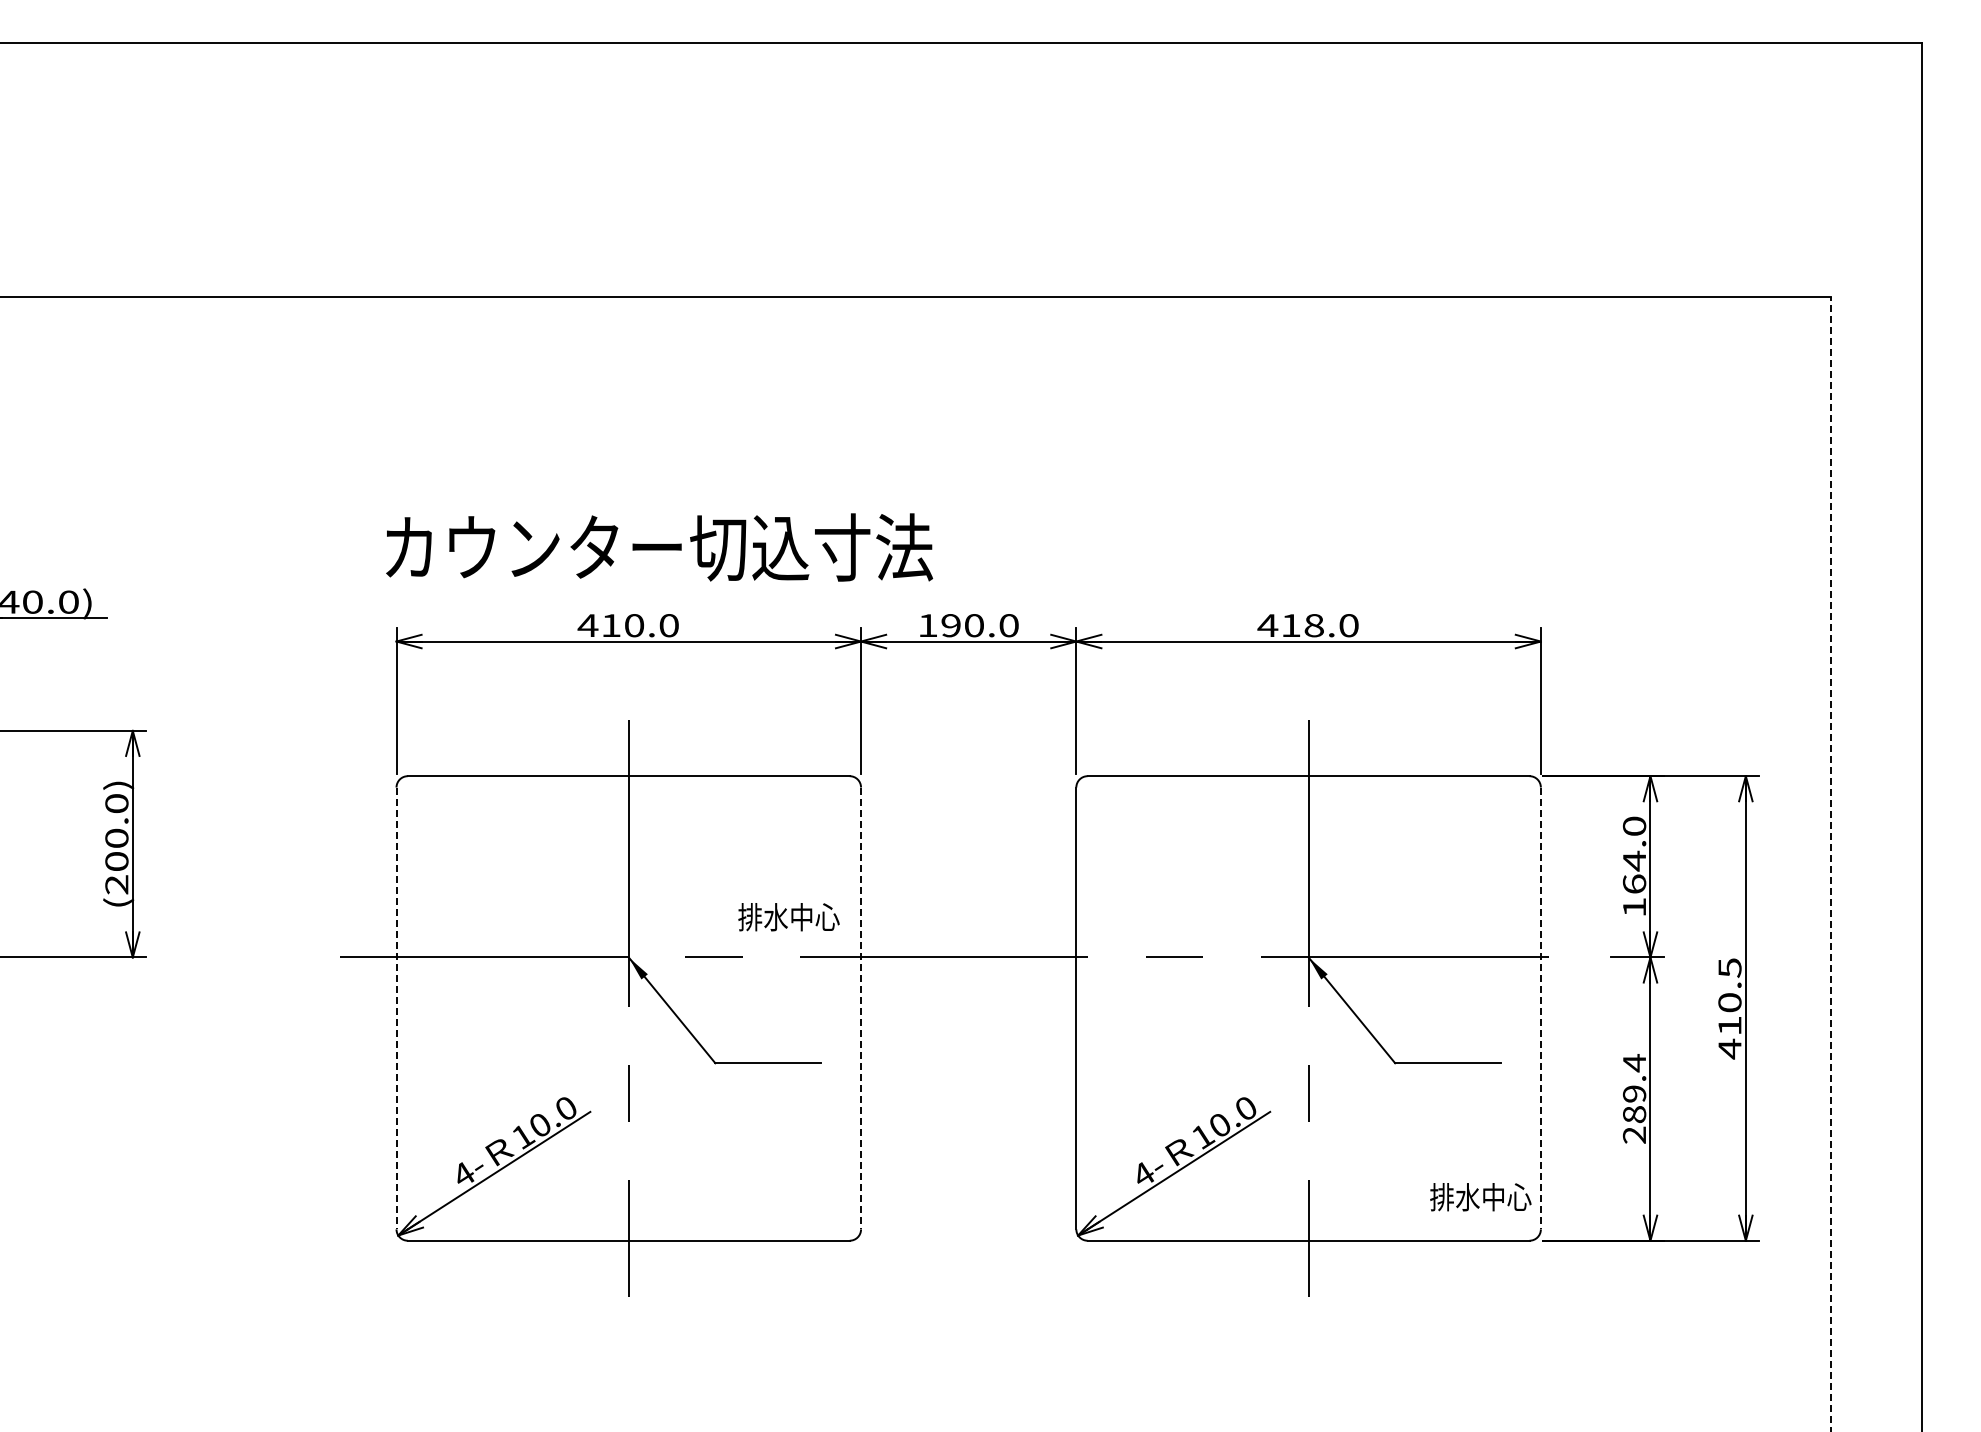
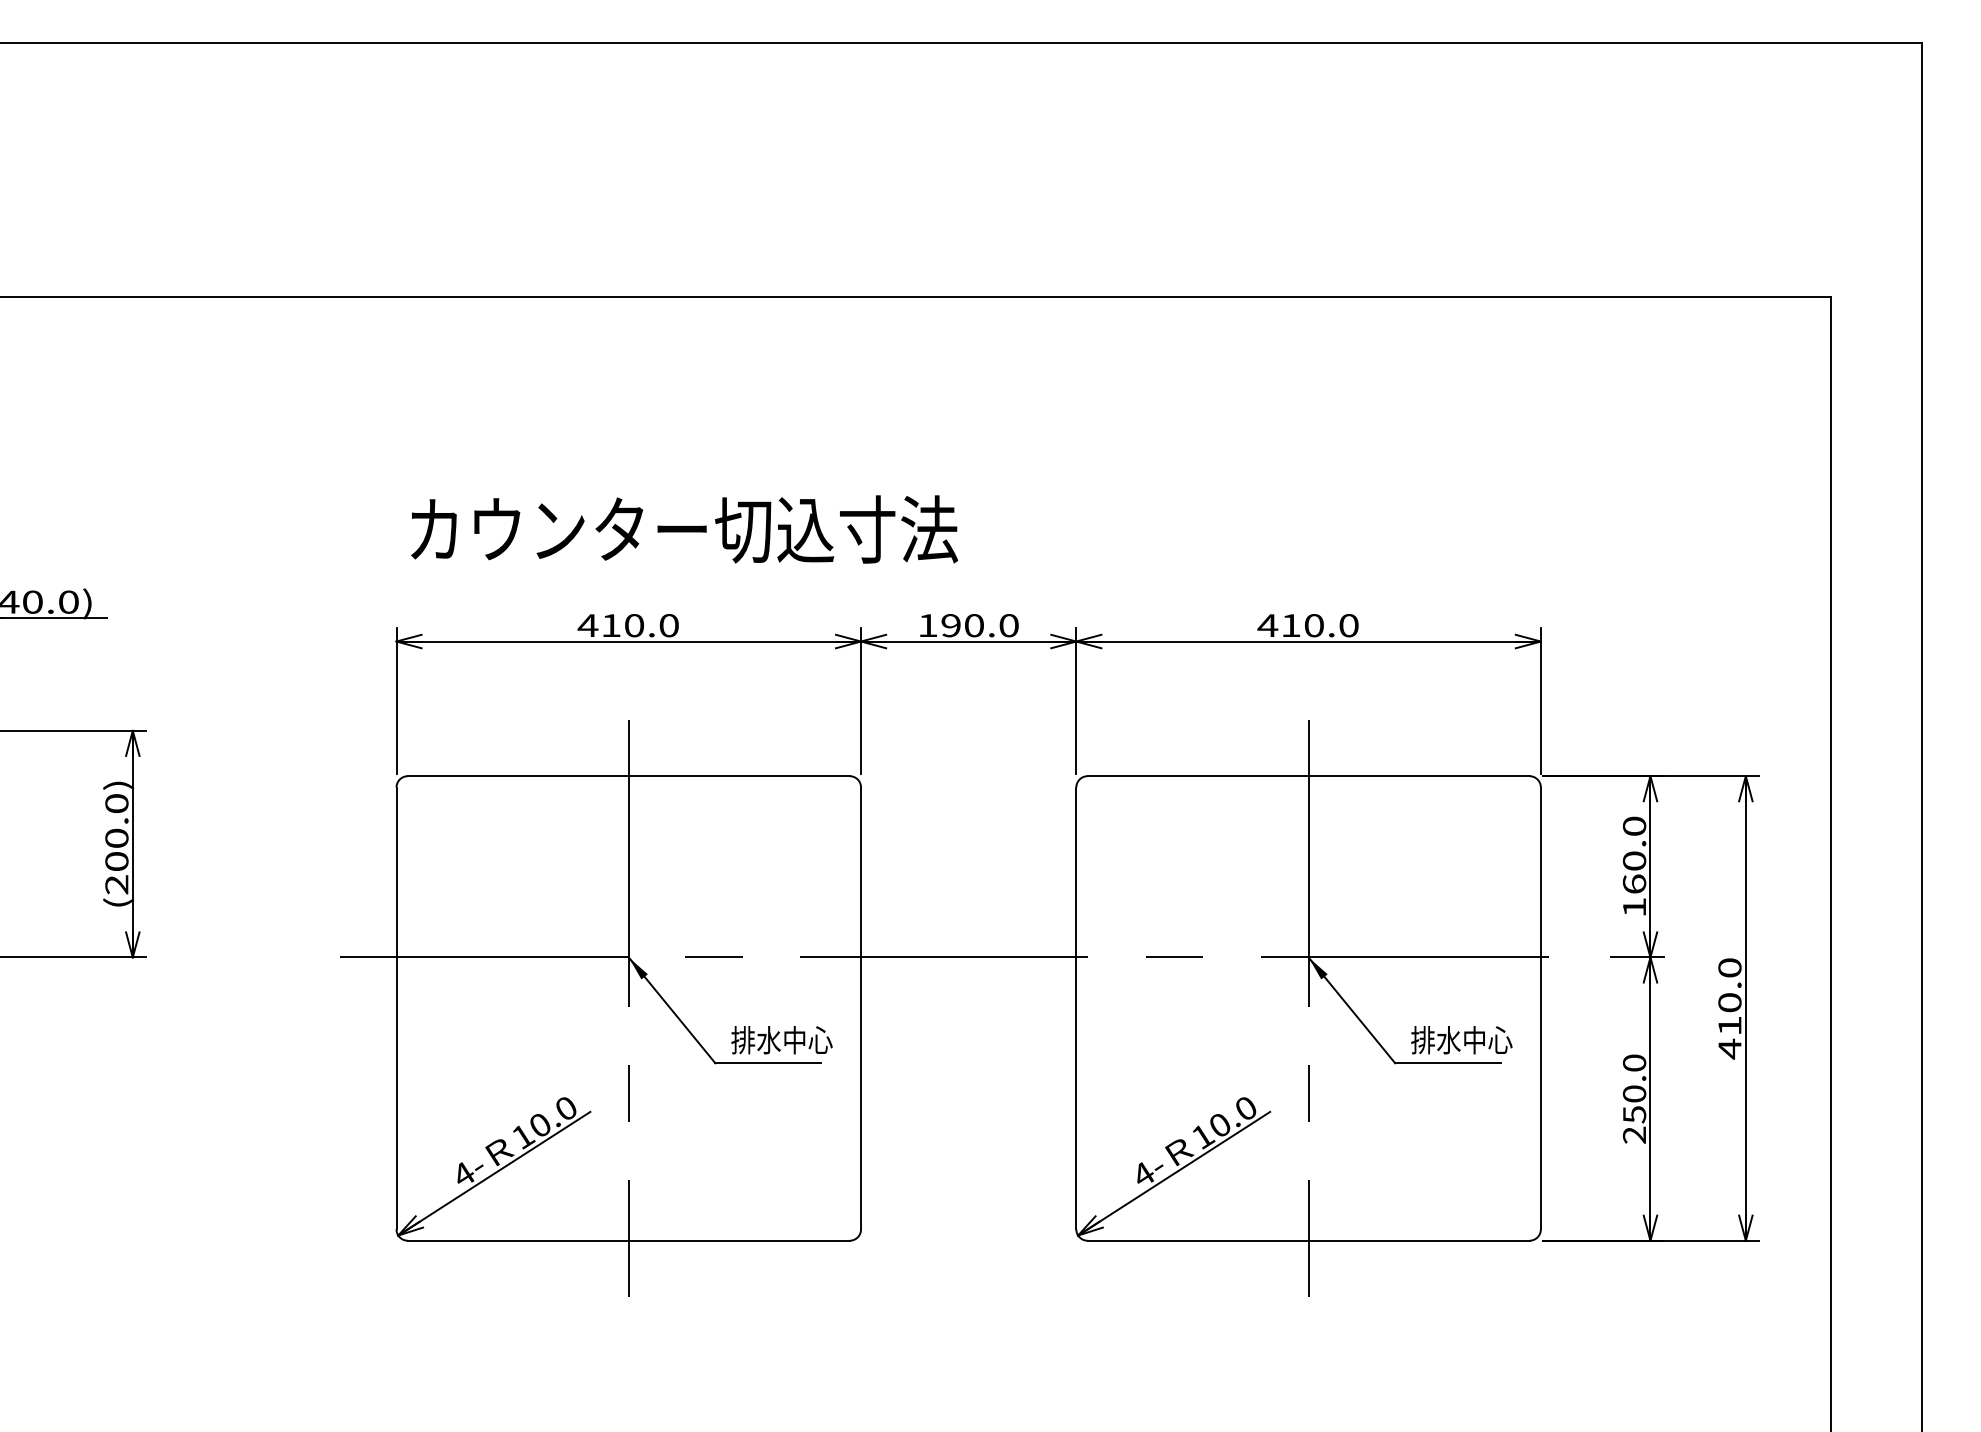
text at (659, 547) position: (659, 547) -> (684, 529)
text at (1313, 625): 418.0 -> 410.0
text at (1634, 860): 164.0 -> 160.0
line at (1830, 863): dashed -> solid
text at (788, 917) position: (788, 917) -> (781, 1040)
text at (1729, 968): 410.5 -> 410.0
line at (396, 1008): dashed -> solid
line at (861, 1008): dashed -> solid
line at (1540, 1008): dashed -> solid
text at (1634, 1088): 289.4 -> 250.0
text at (1480, 1197) position: (1480, 1197) -> (1461, 1040)
